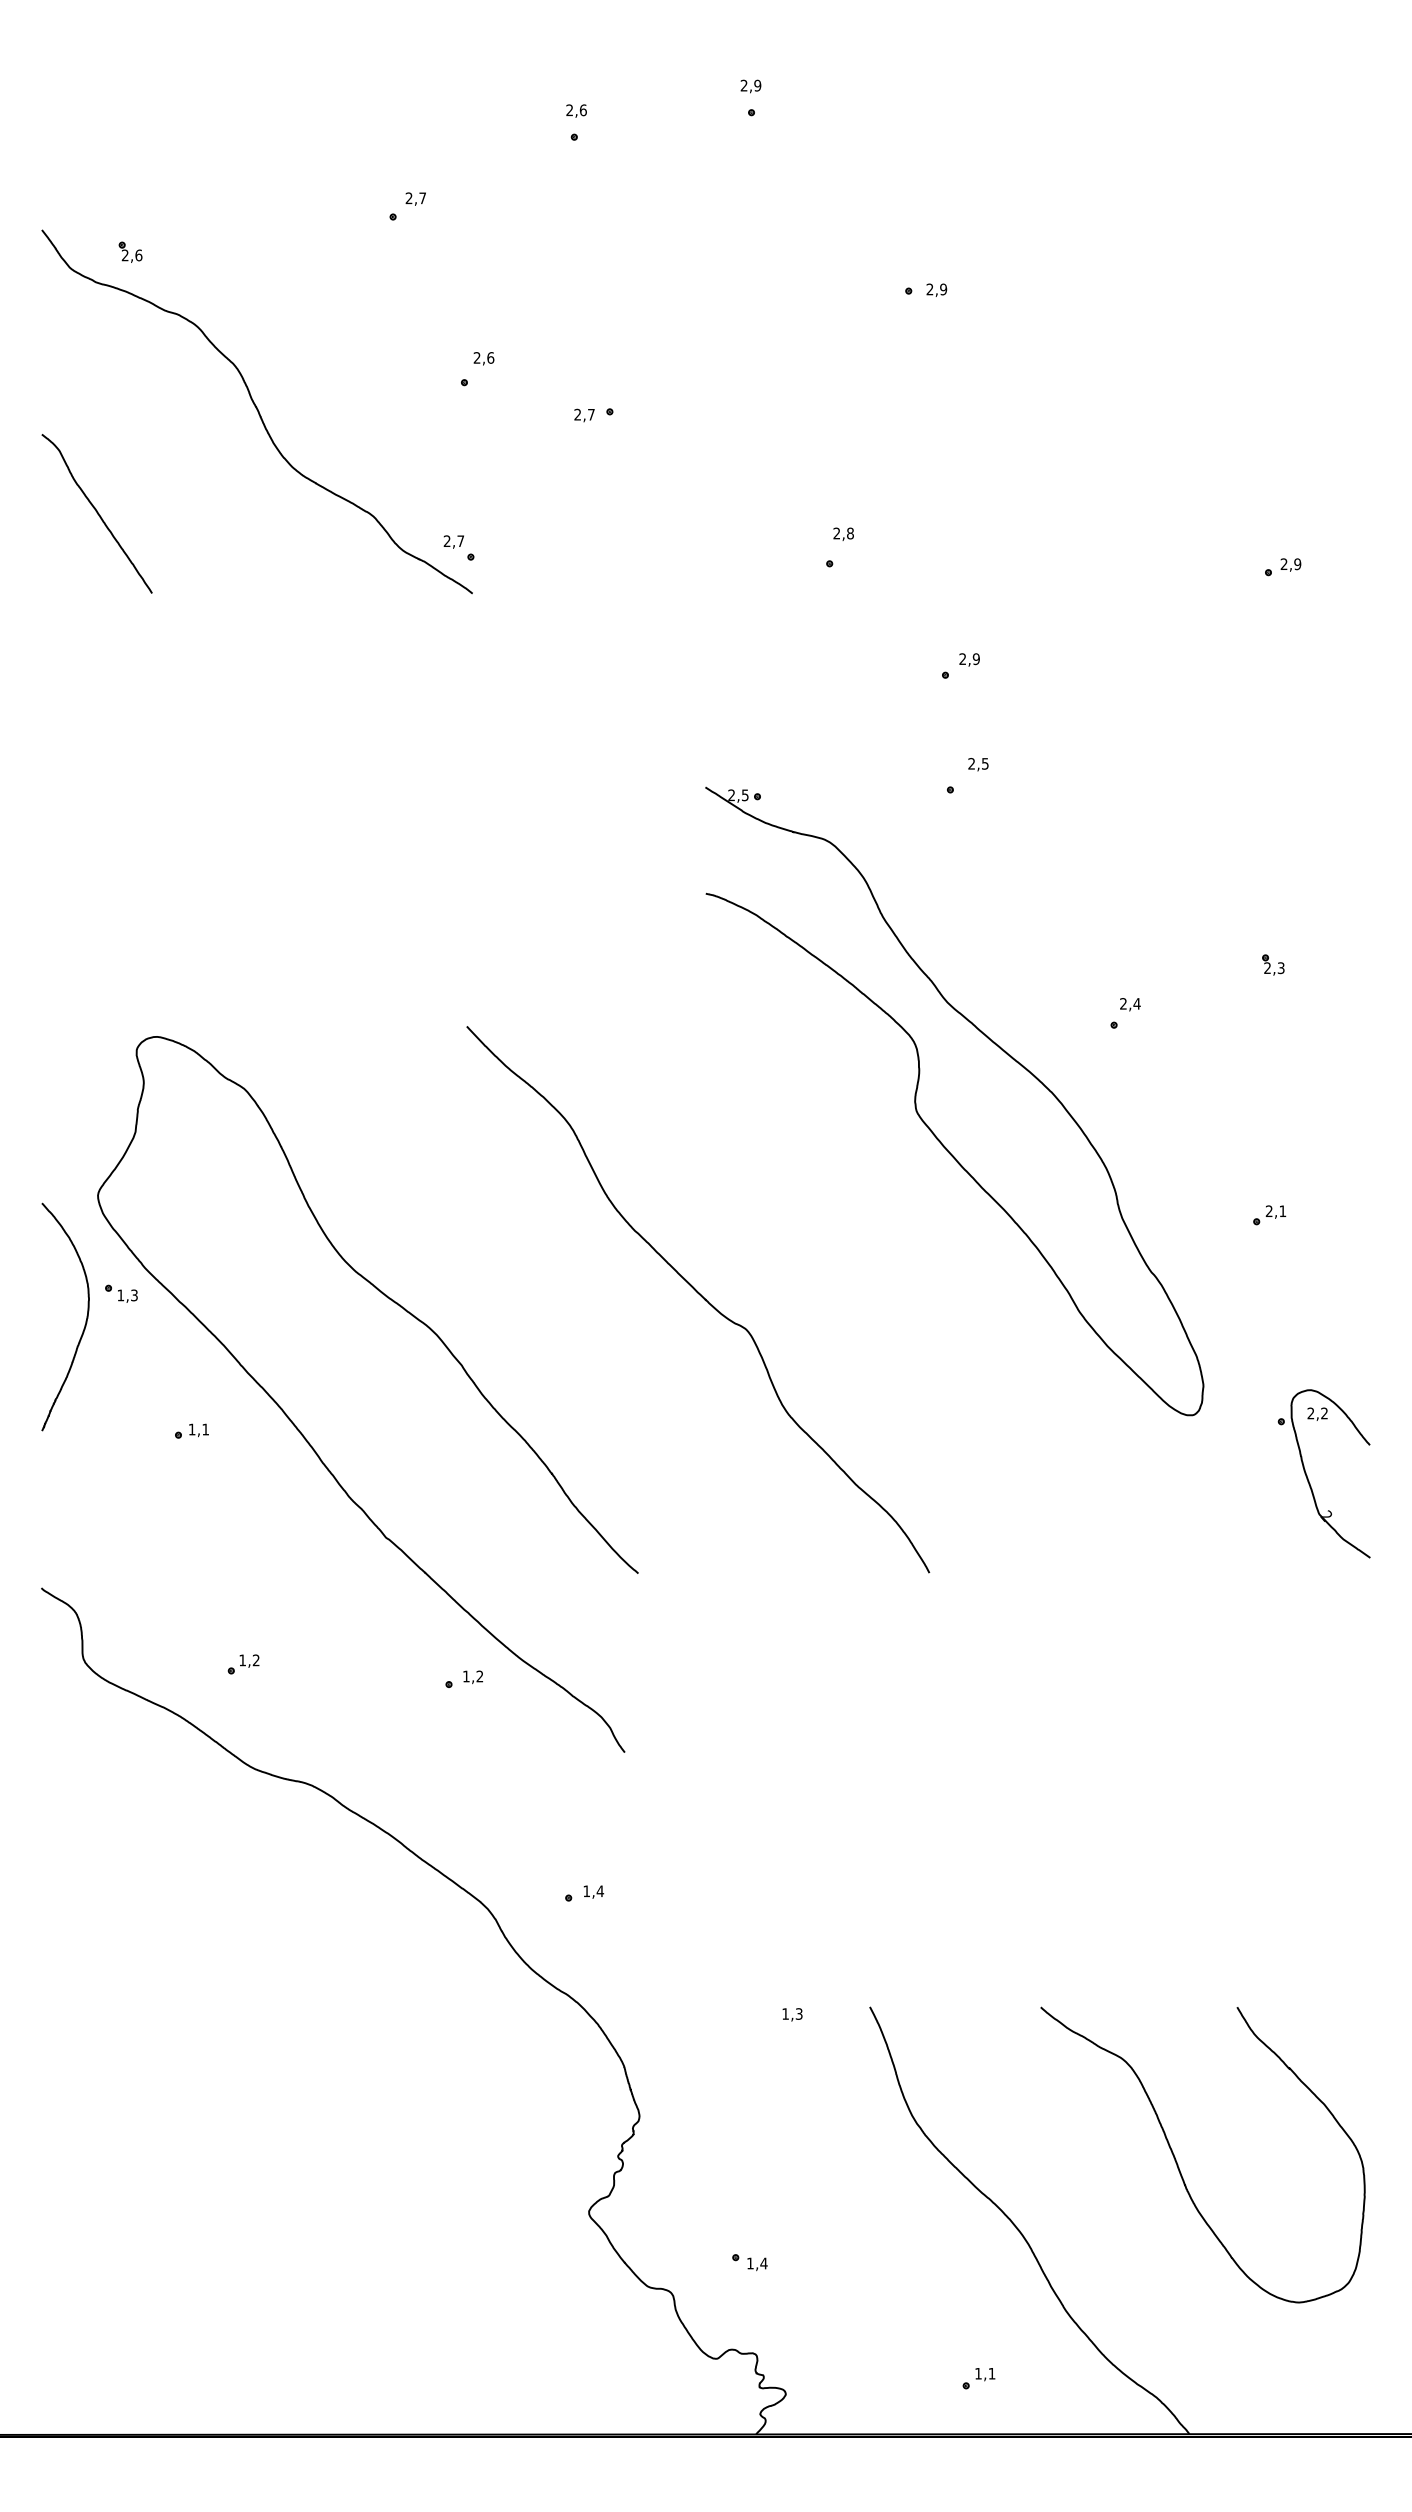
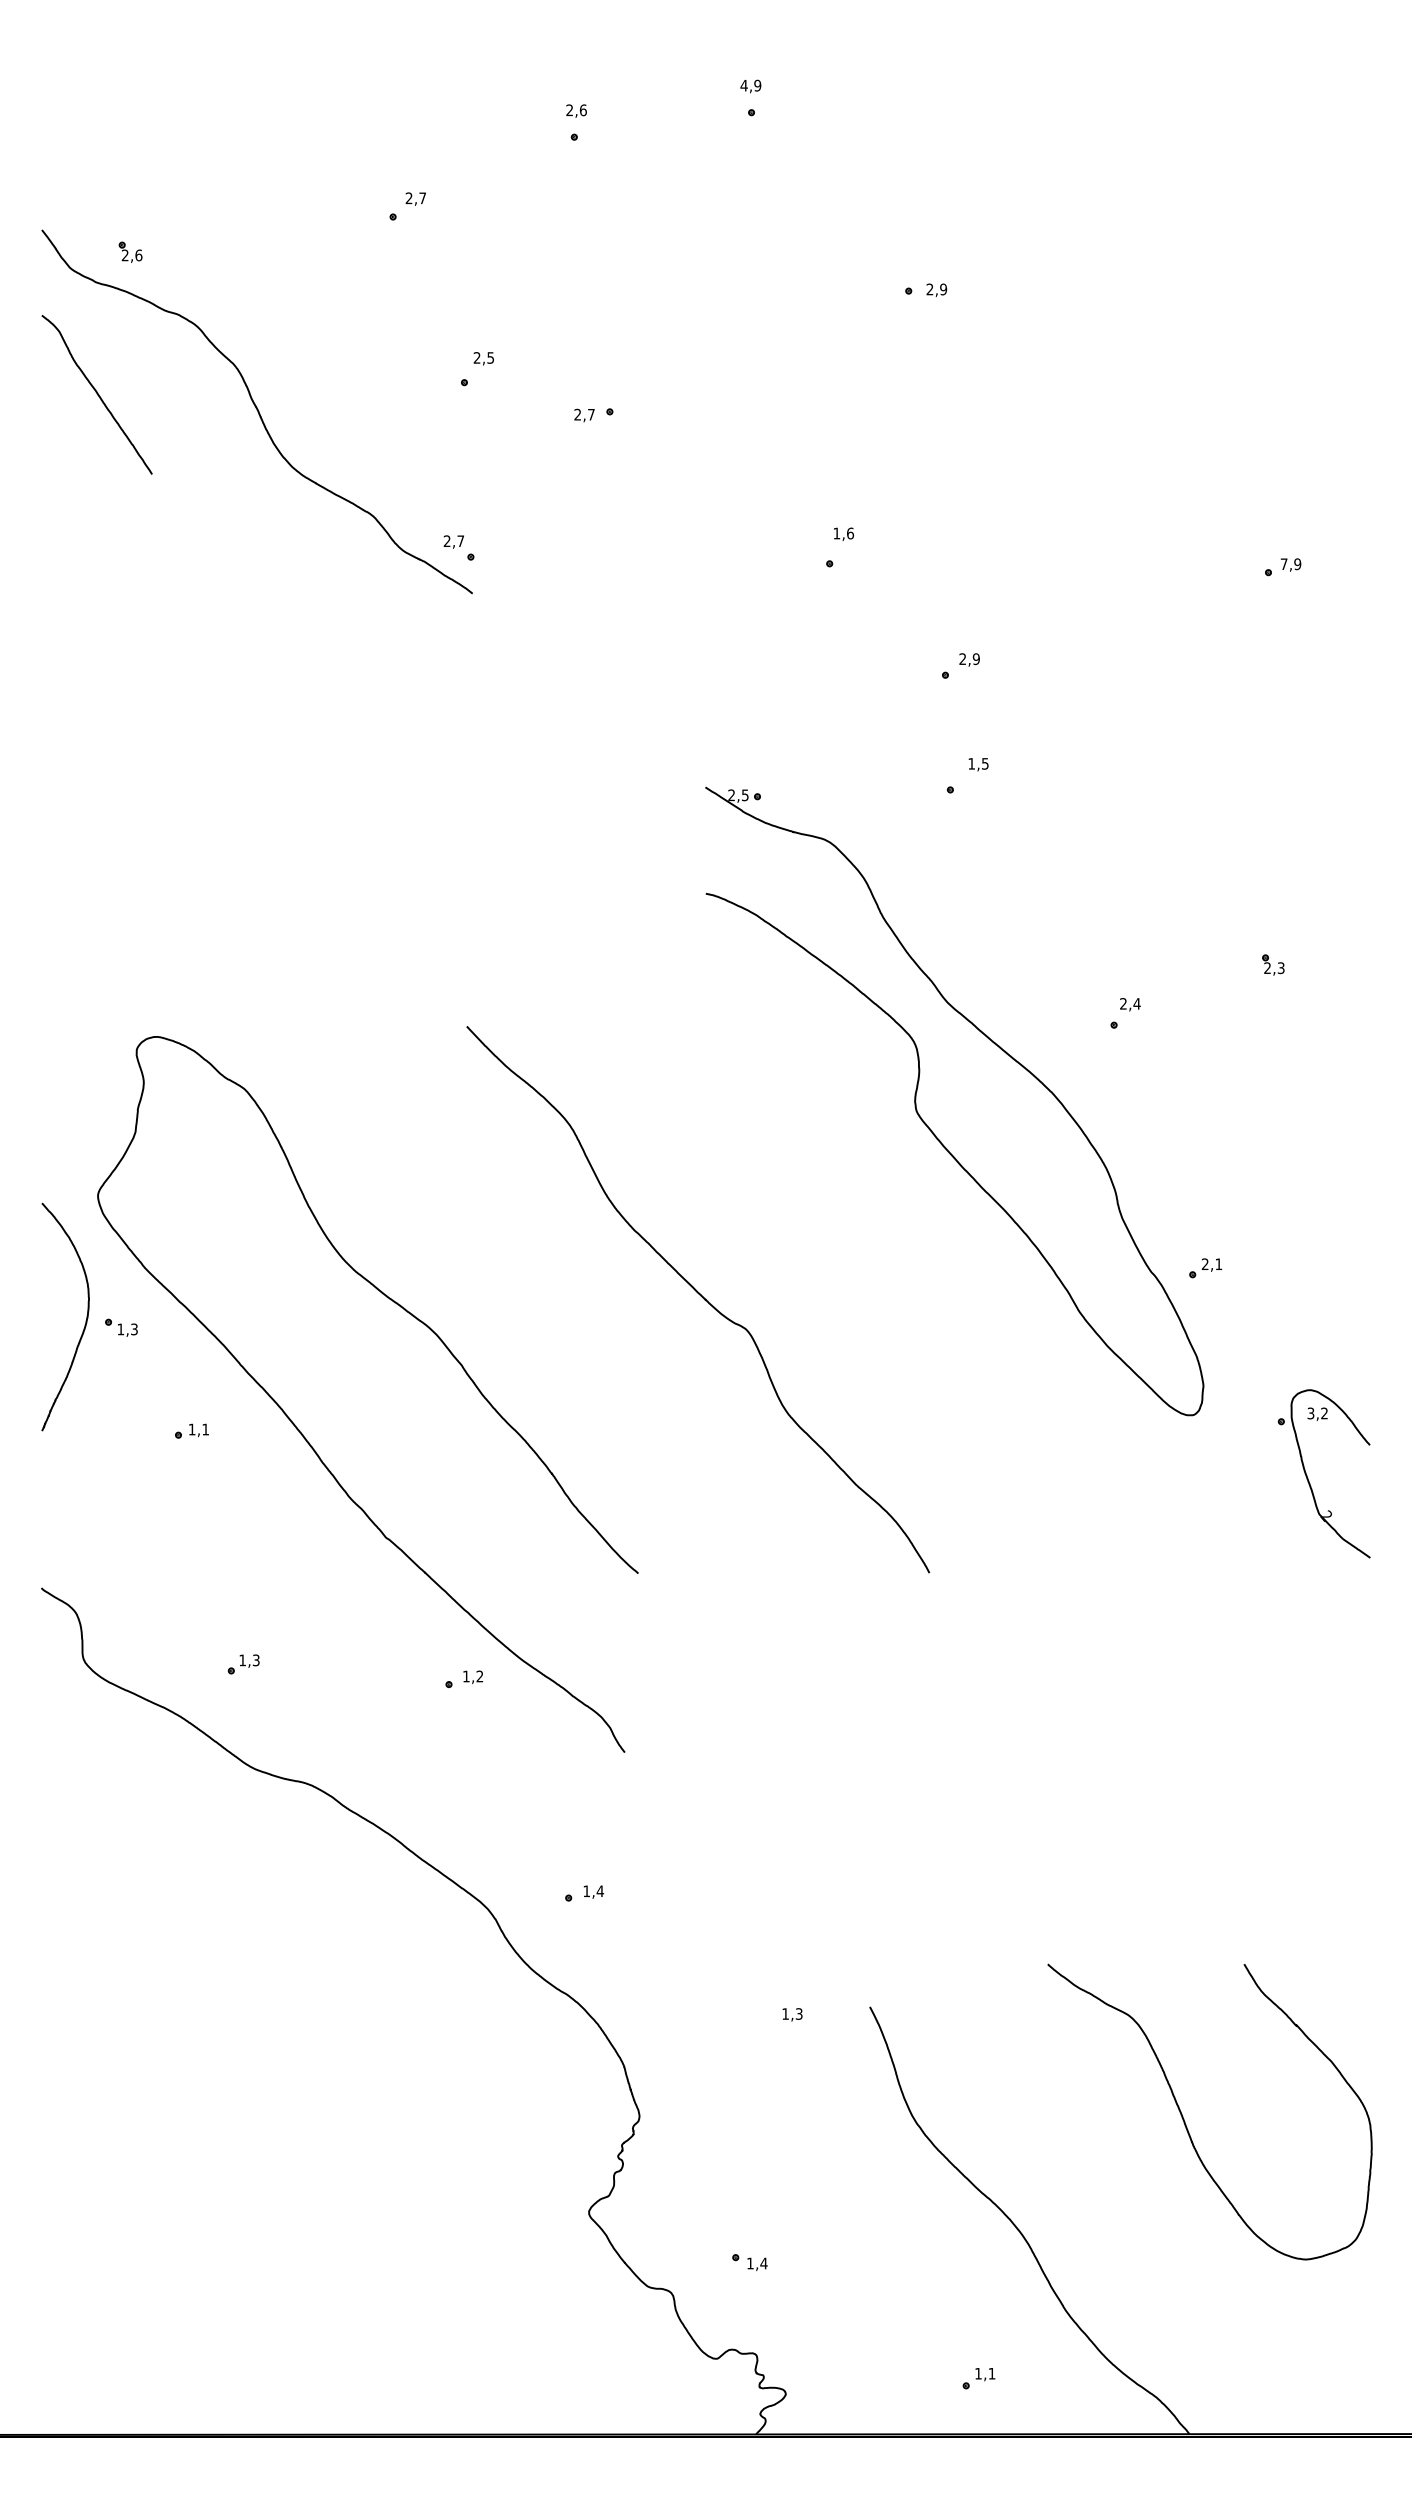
text at (743, 85): 2,9 -> 4,9
text at (490, 357): 2,6 -> 2,5
curve at (96, 512) position: (96, 512) -> (96, 393)
text at (843, 533): 2,8 -> 1,6
text at (1283, 563): 2,9 -> 7,9
text at (971, 763): 2,5 -> 1,5
part at (1269, 1215) position: (1269, 1215) -> (1205, 1268)
part at (121, 1293) position: (121, 1293) -> (121, 1327)
text at (1310, 1413): 2,2 -> 3,2
text at (256, 1660): 1,2 -> 1,3
curve at (1178, 2164) position: (1178, 2164) -> (1185, 2121)
